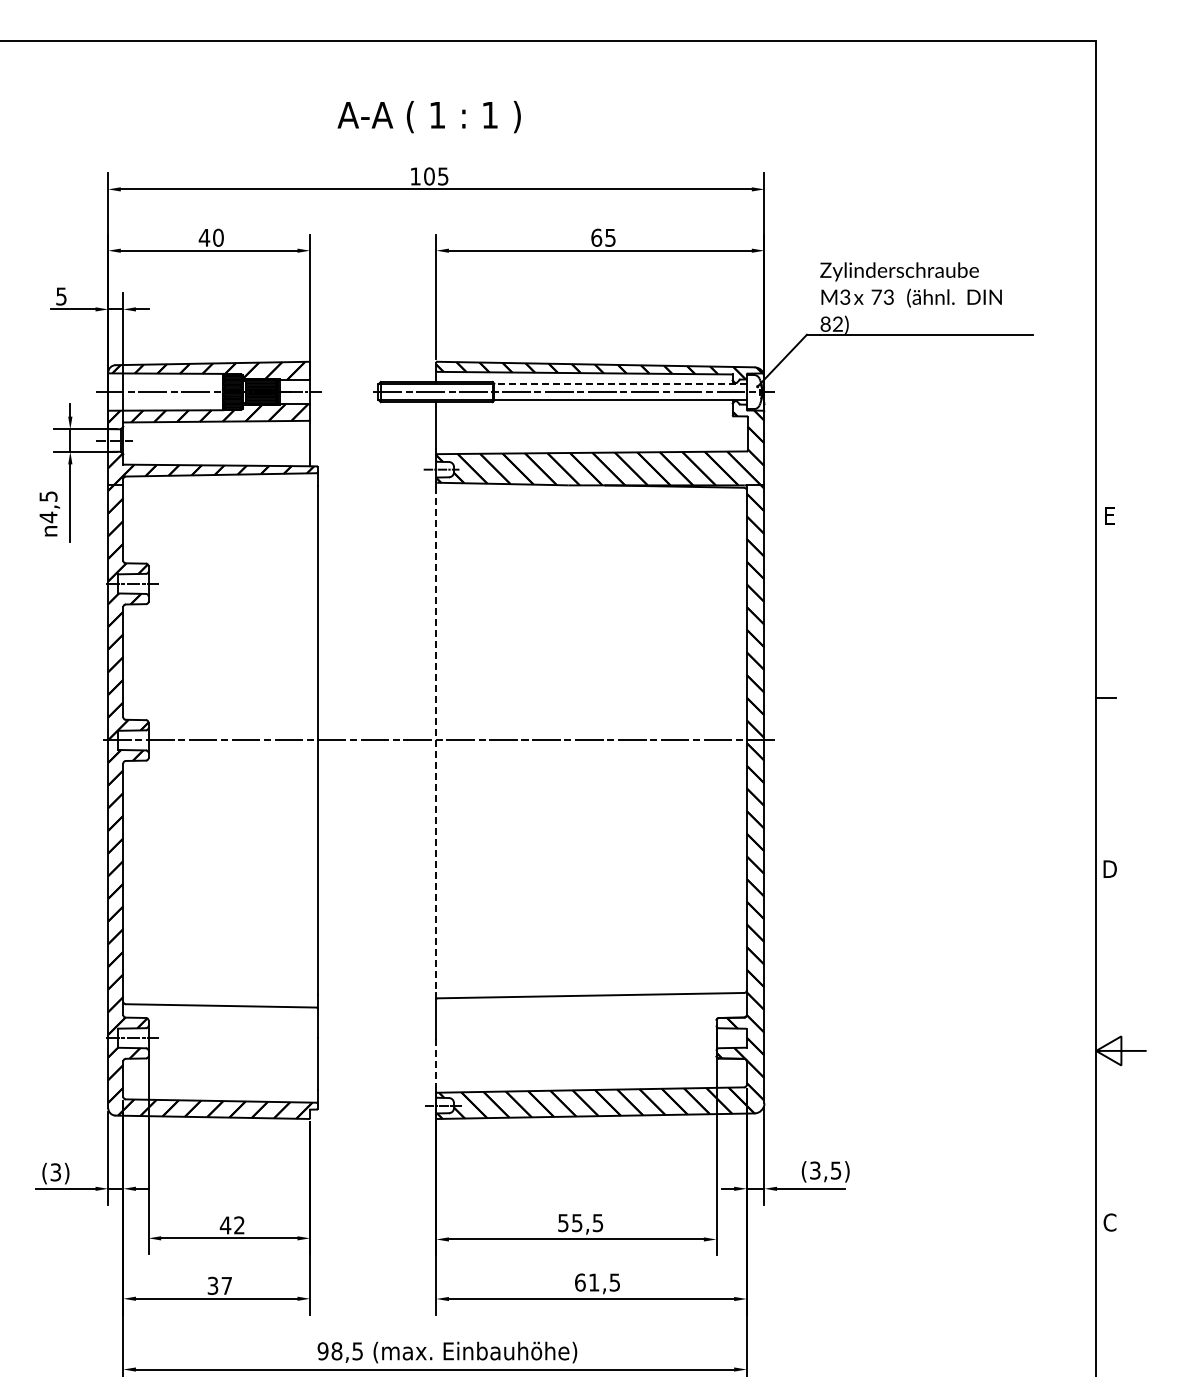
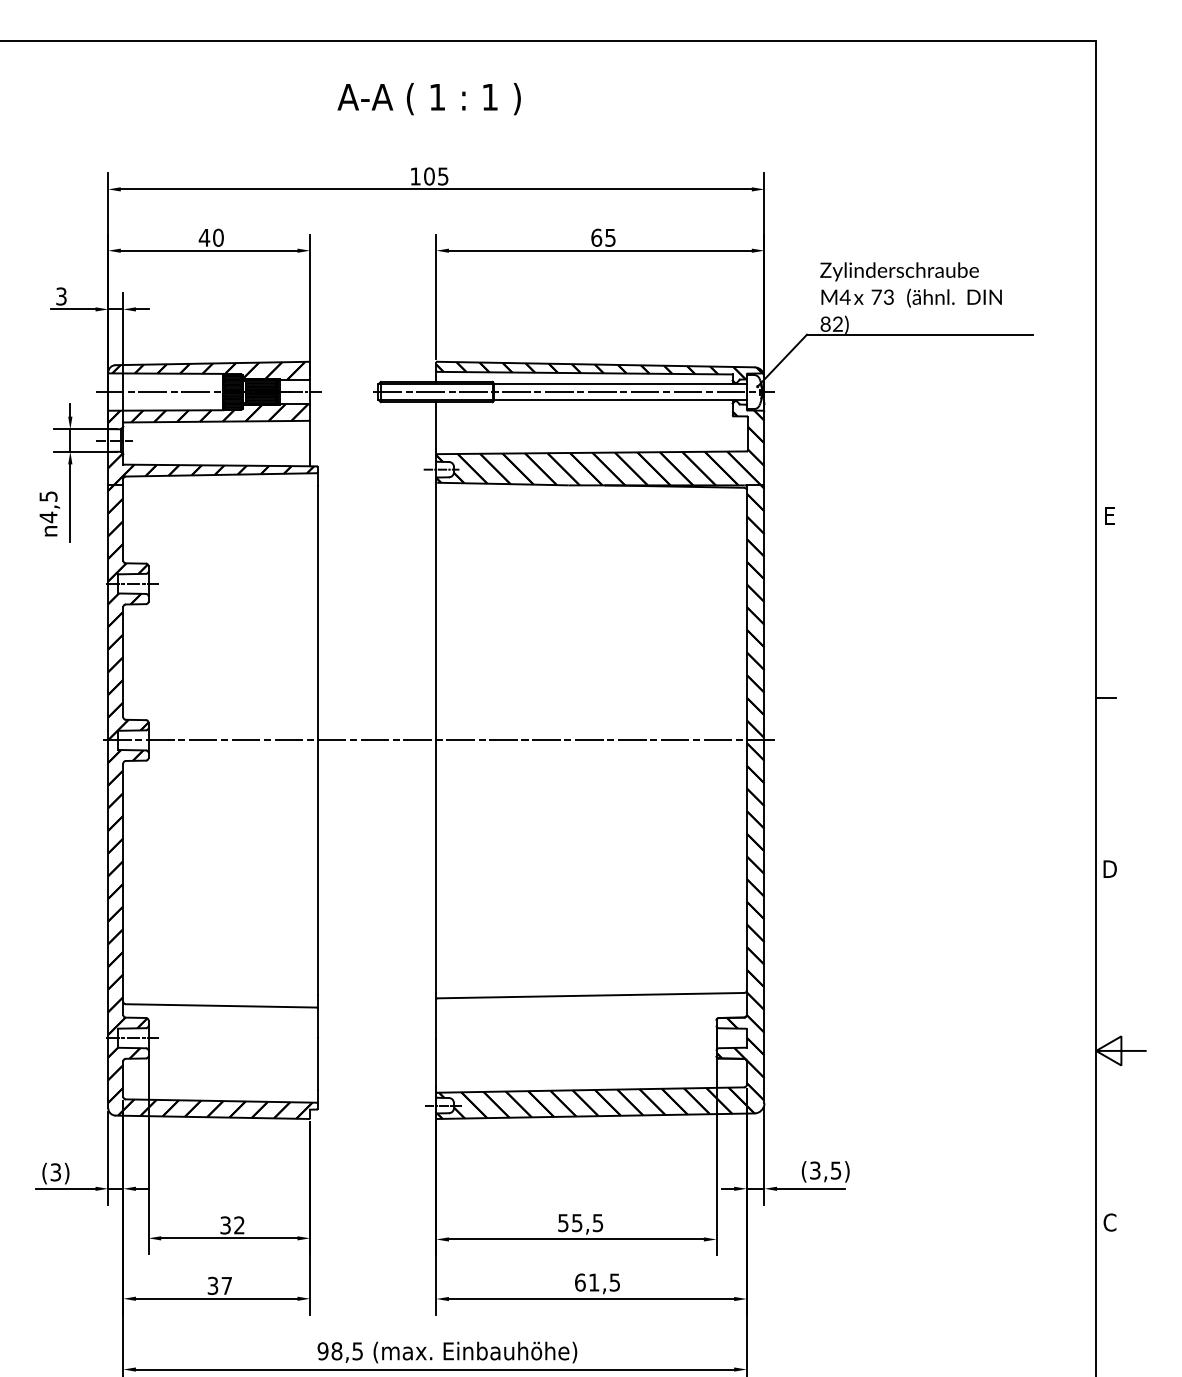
text at (428, 117) position: (428, 117) -> (428, 99)
text at (61, 295): 5 -> 3
text at (844, 296): M3 -> M4
line at (620, 383): dashed -> solid
line at (436, 740): dashed -> solid
line at (436, 1063): dashed -> solid
text at (225, 1225): 42 -> 32
